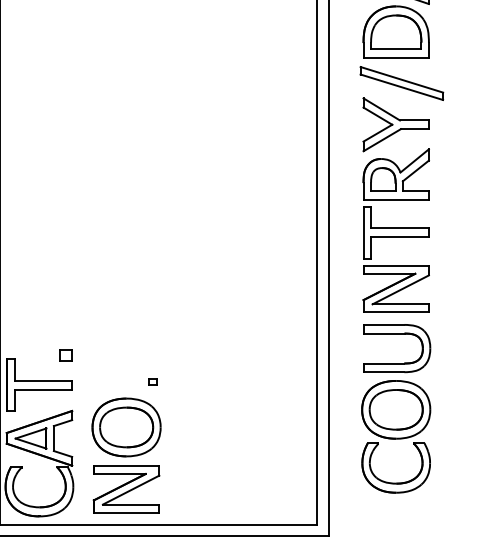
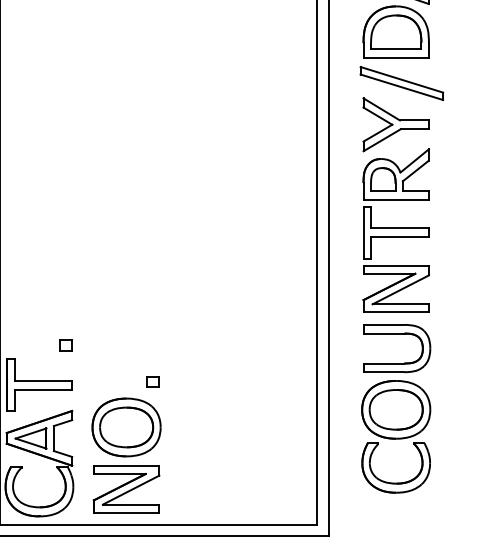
part at (65, 355) position: (65, 355) -> (65, 345)
part at (152, 381) size: 10x8 px -> 14x12 px
